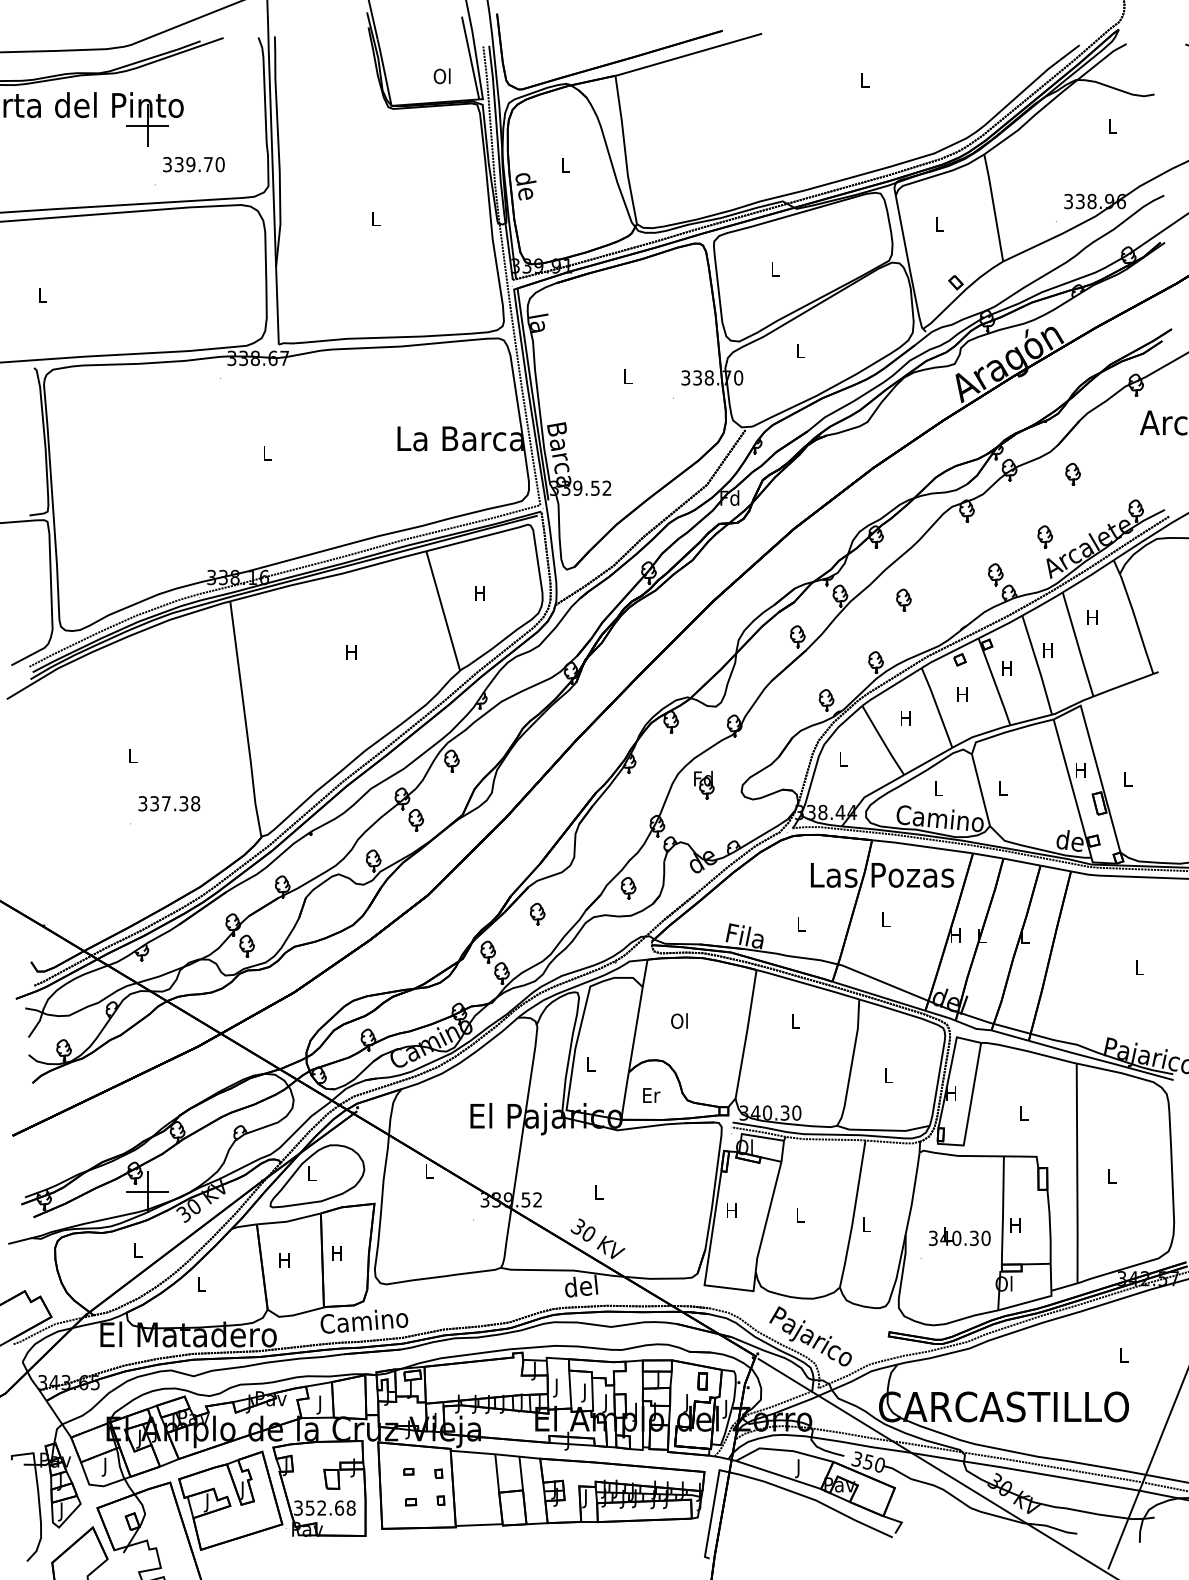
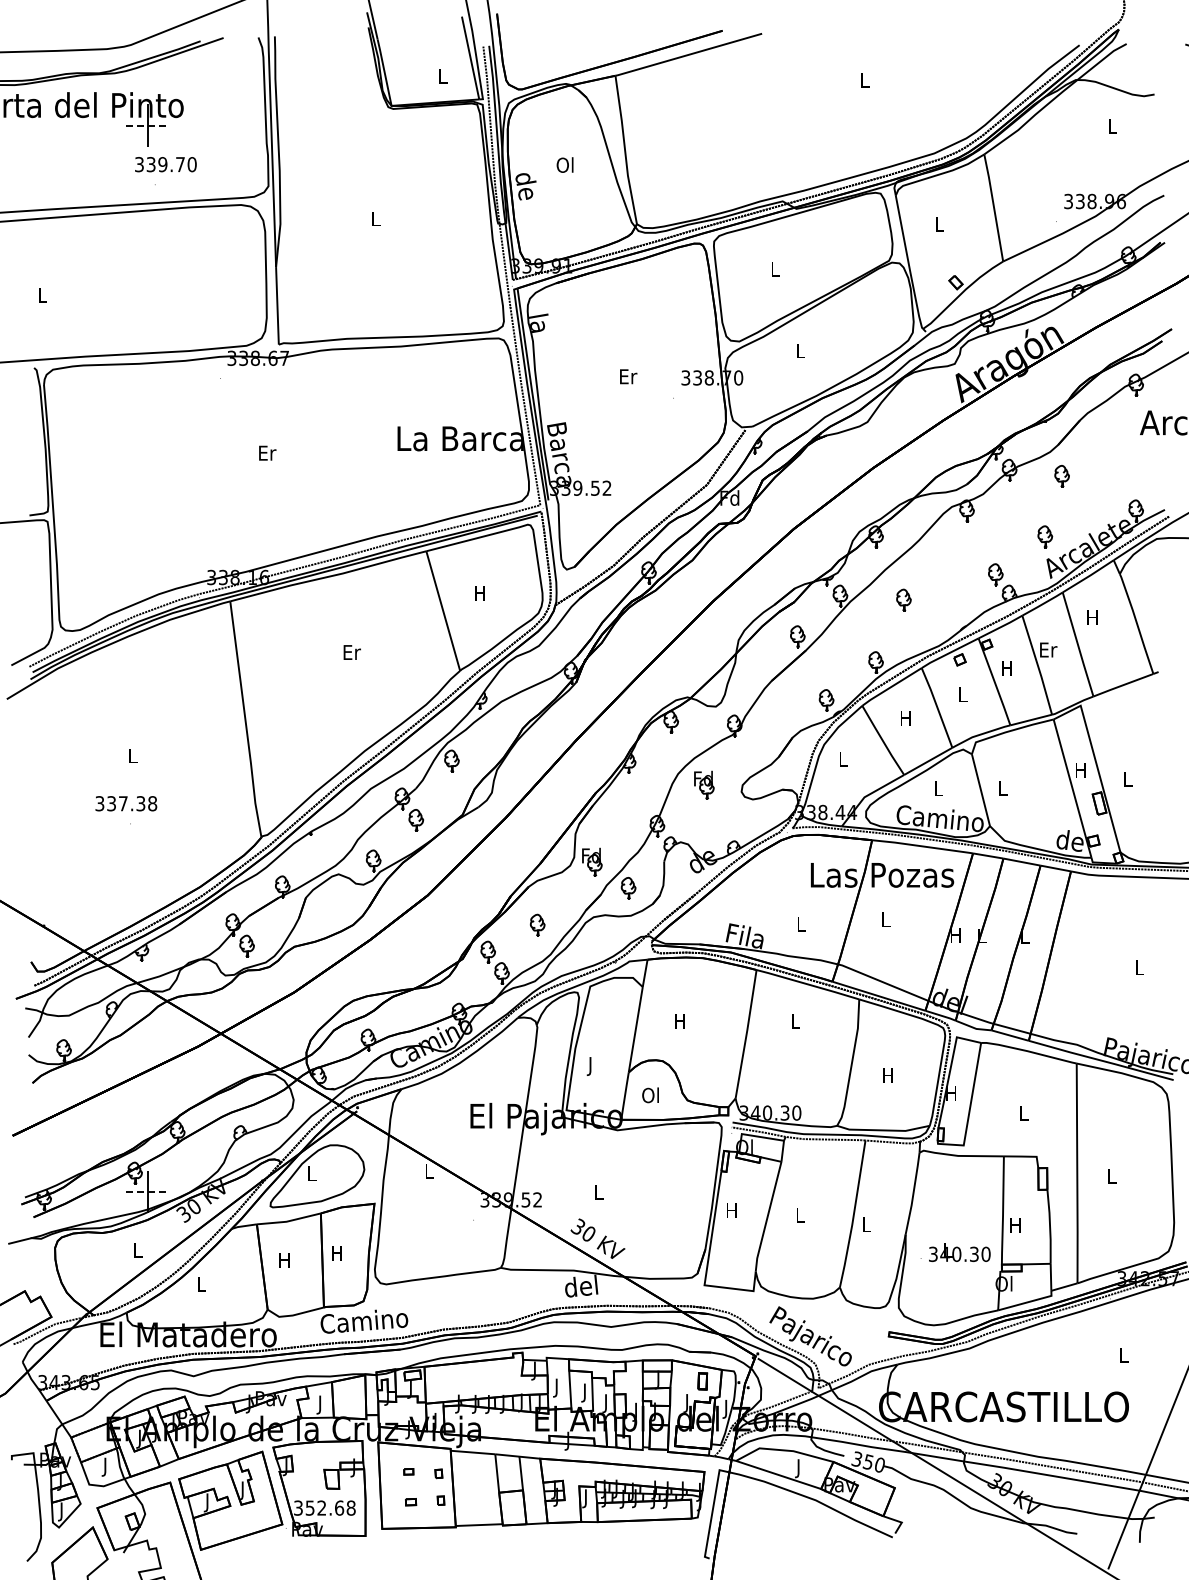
text at (441, 76): Ol -> L
line at (148, 125): solid -> dashed
text at (193, 164) position: (193, 164) -> (165, 164)
text at (564, 164): L -> Ol
text at (628, 376): L -> Er
text at (267, 452): L -> Er
part at (1072, 474) position: (1072, 474) -> (1061, 476)
text at (1048, 649): H -> Er
text at (351, 652): H -> Er
text at (962, 694): H -> L
text at (169, 803) position: (169, 803) -> (126, 803)
part at (592, 861): none -> present
part at (537, 913) position: (537, 913) -> (537, 924)
text at (679, 1020): Ol -> H
text at (590, 1066): L -> J
text at (887, 1075): L -> H
text at (651, 1095): Er -> Ol
line at (148, 1192): solid -> dashed
text at (959, 1236) position: (959, 1236) -> (959, 1252)
